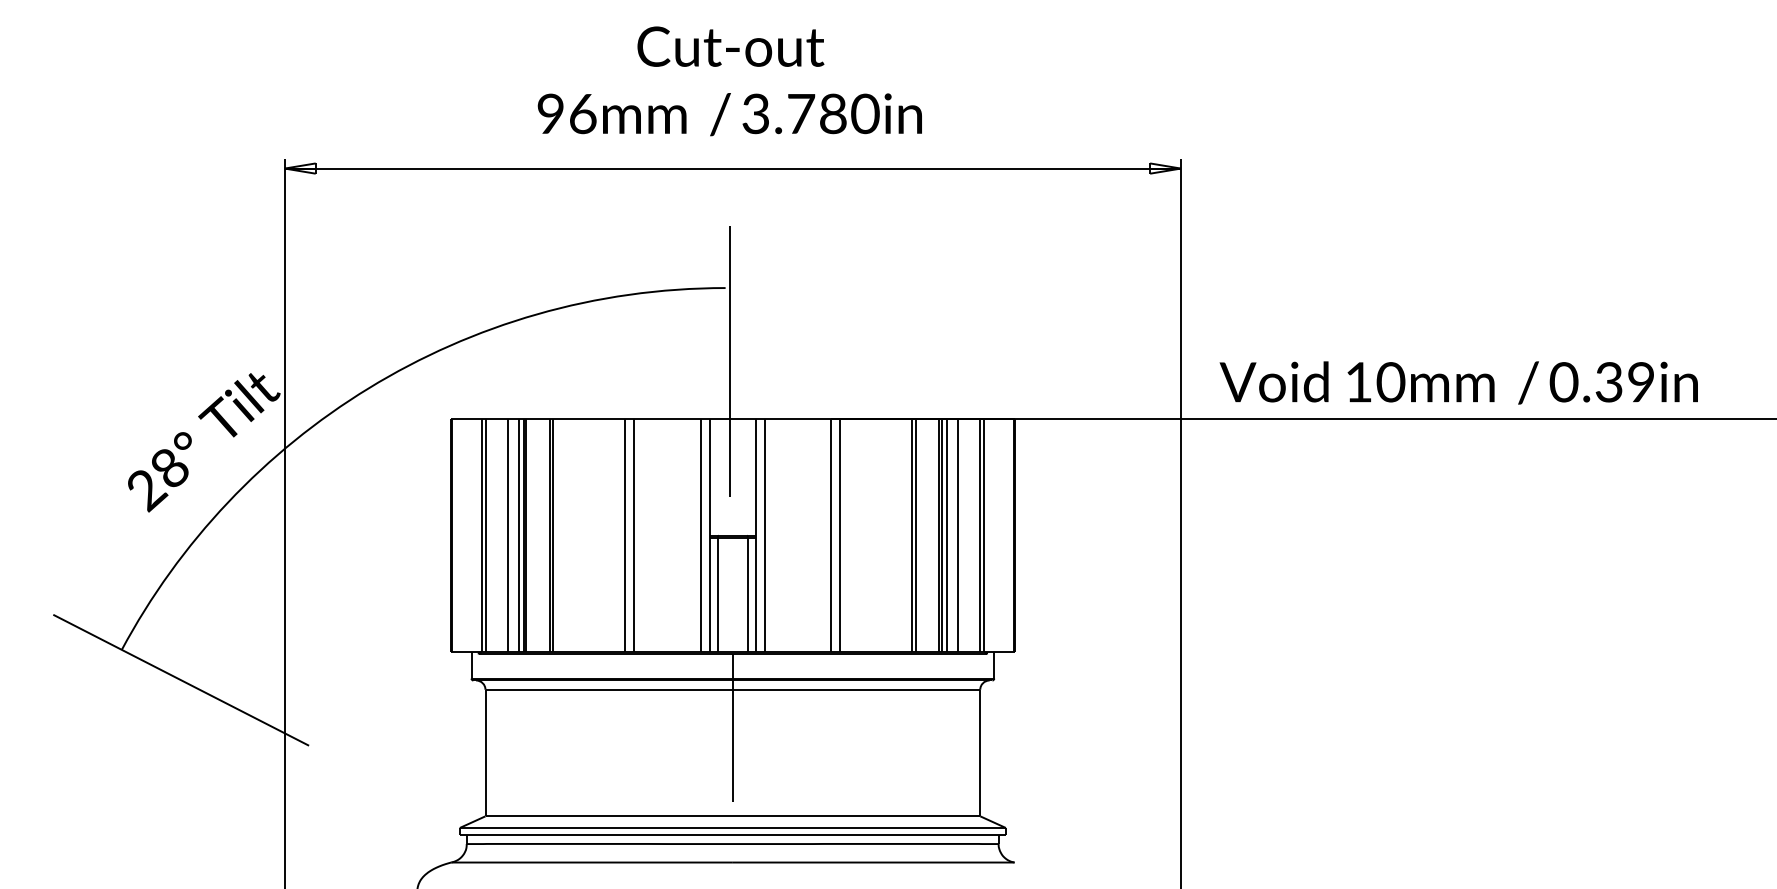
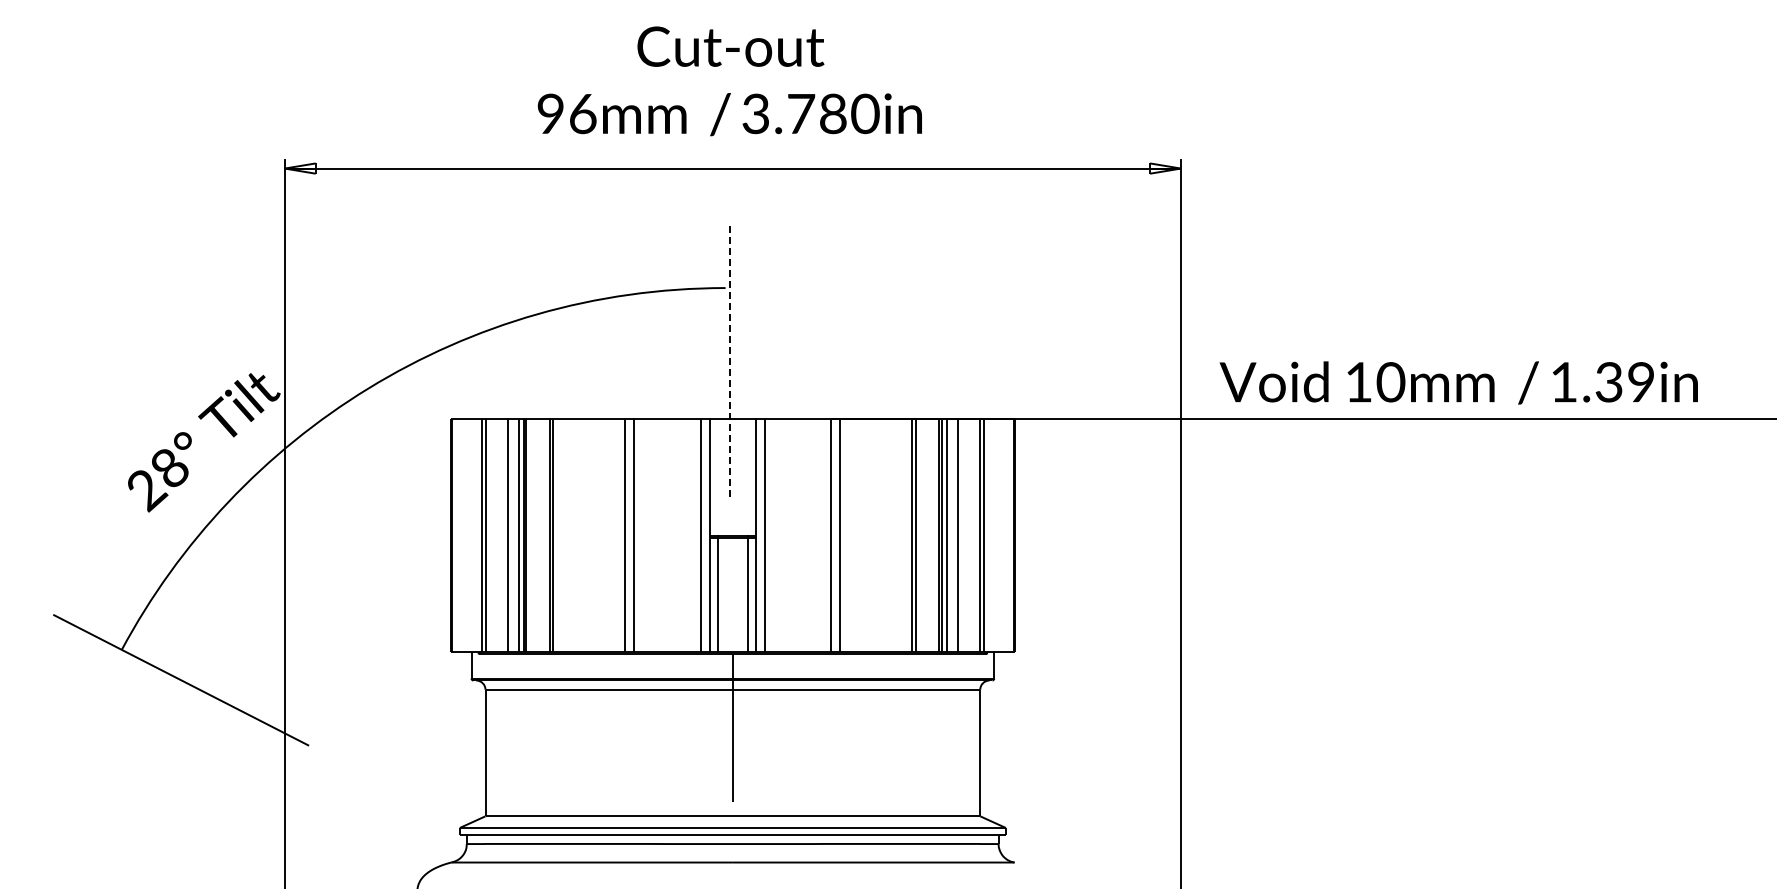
line at (729, 361): solid -> dashed
text at (1563, 382): 0.39in -> 1.39in
